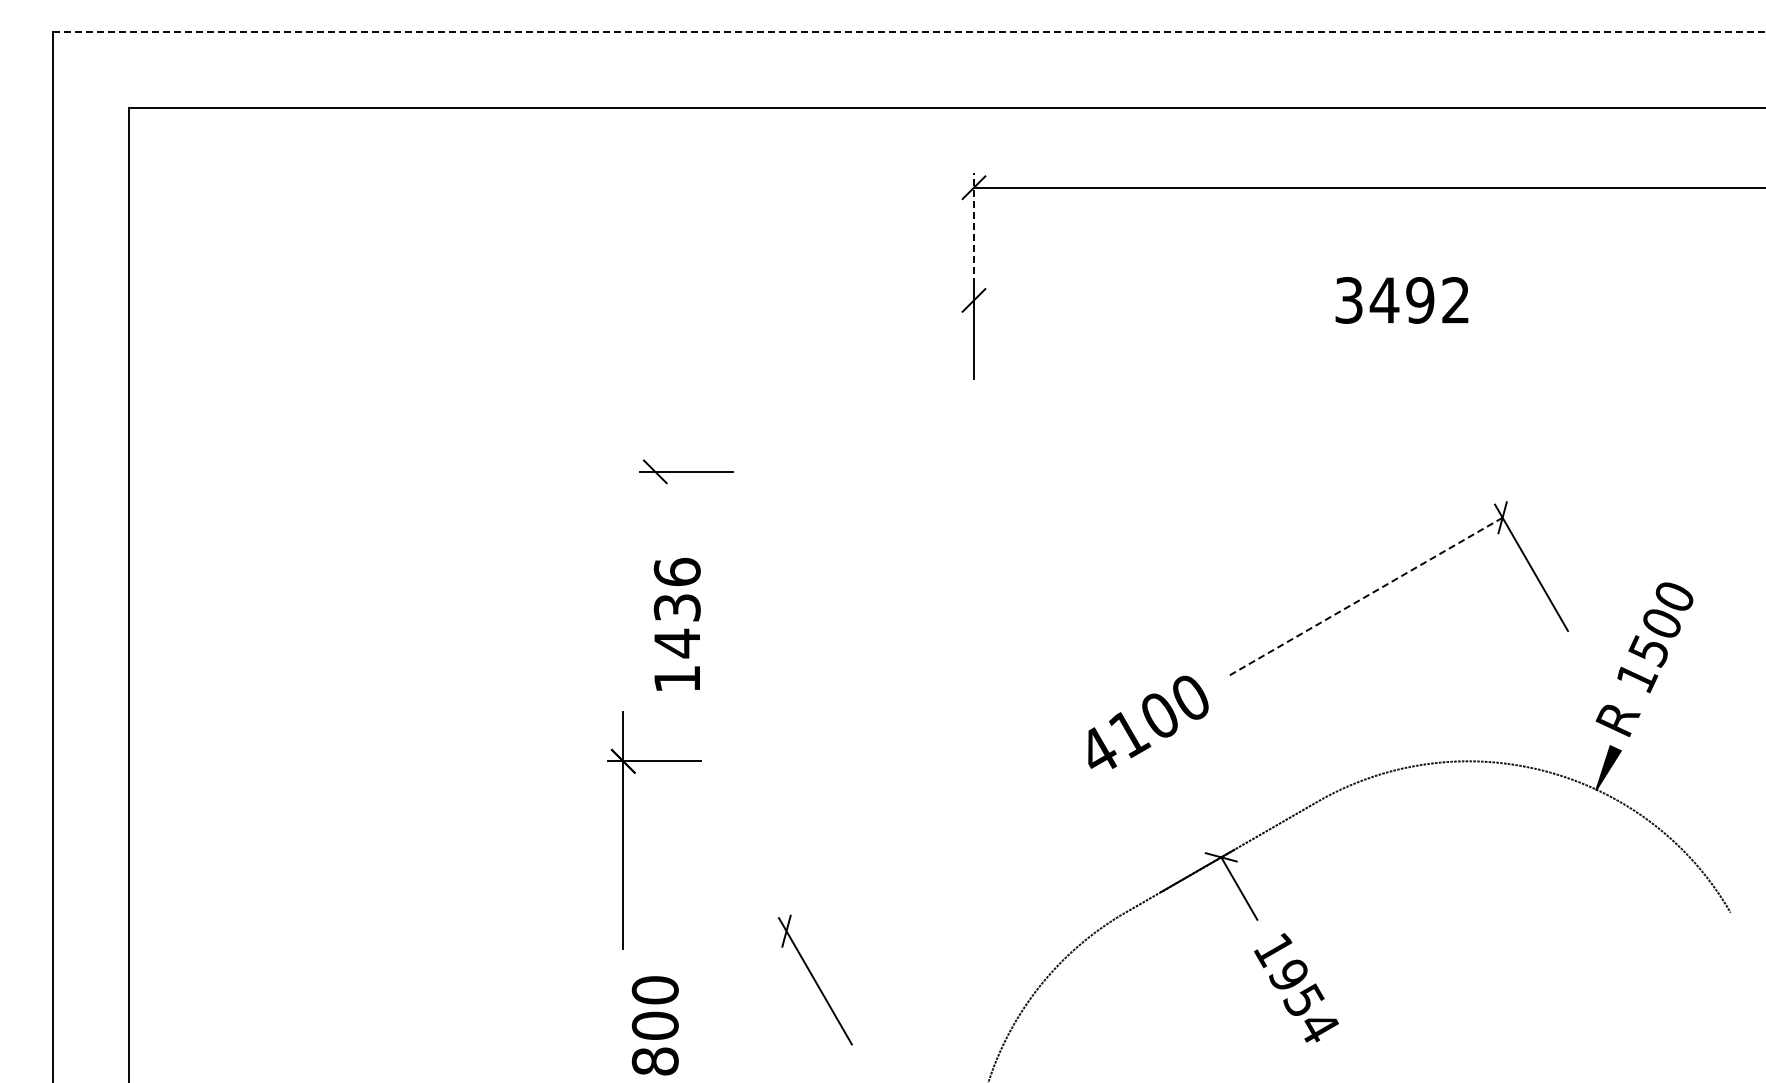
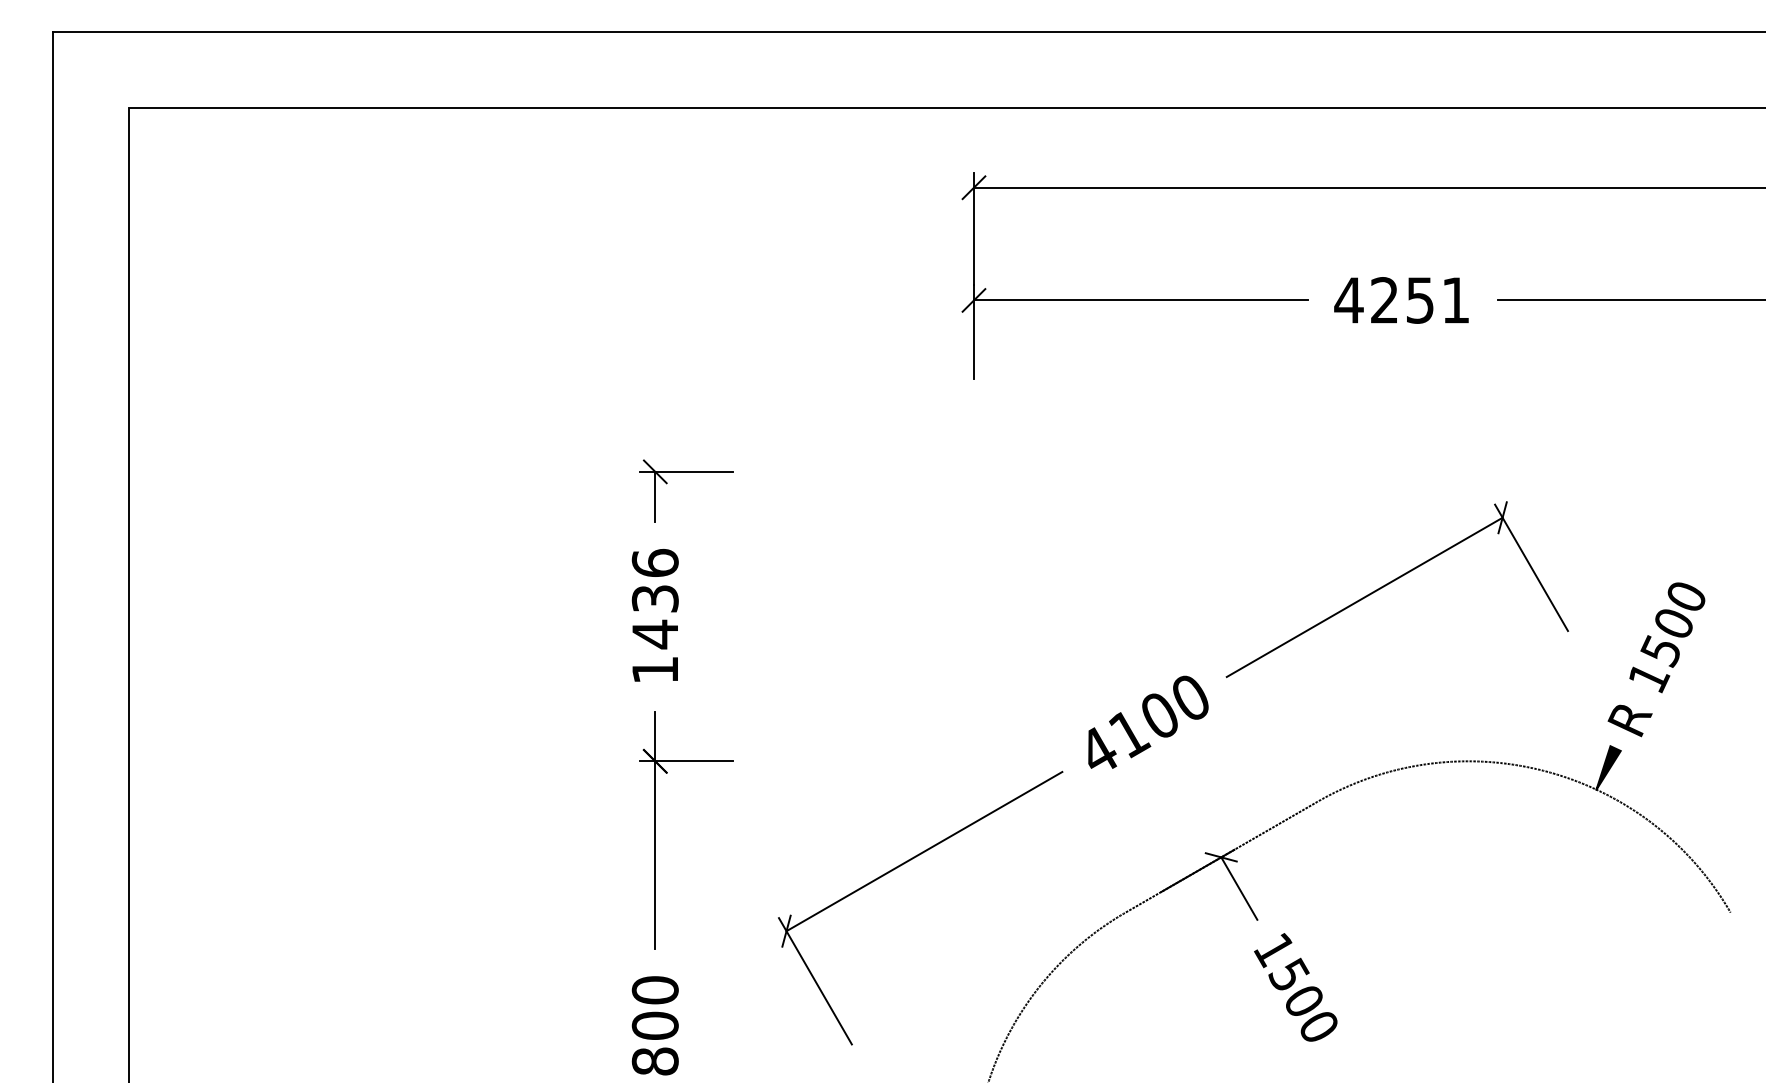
line at (909, 32): dashed -> solid
line at (973, 228): dashed -> solid
line at (1140, 300): none -> present
text at (1401, 300): 3492 -> 4251
line at (1629, 300): none -> present
line at (655, 496): none -> present
line at (1364, 597): dashed -> solid
text at (676, 624) position: (676, 624) -> (654, 615)
text at (1644, 659) position: (1644, 659) -> (1656, 659)
part at (623, 830) position: (623, 830) -> (655, 830)
line at (924, 851): none -> present
text at (1303, 999): 1954 -> 1500
